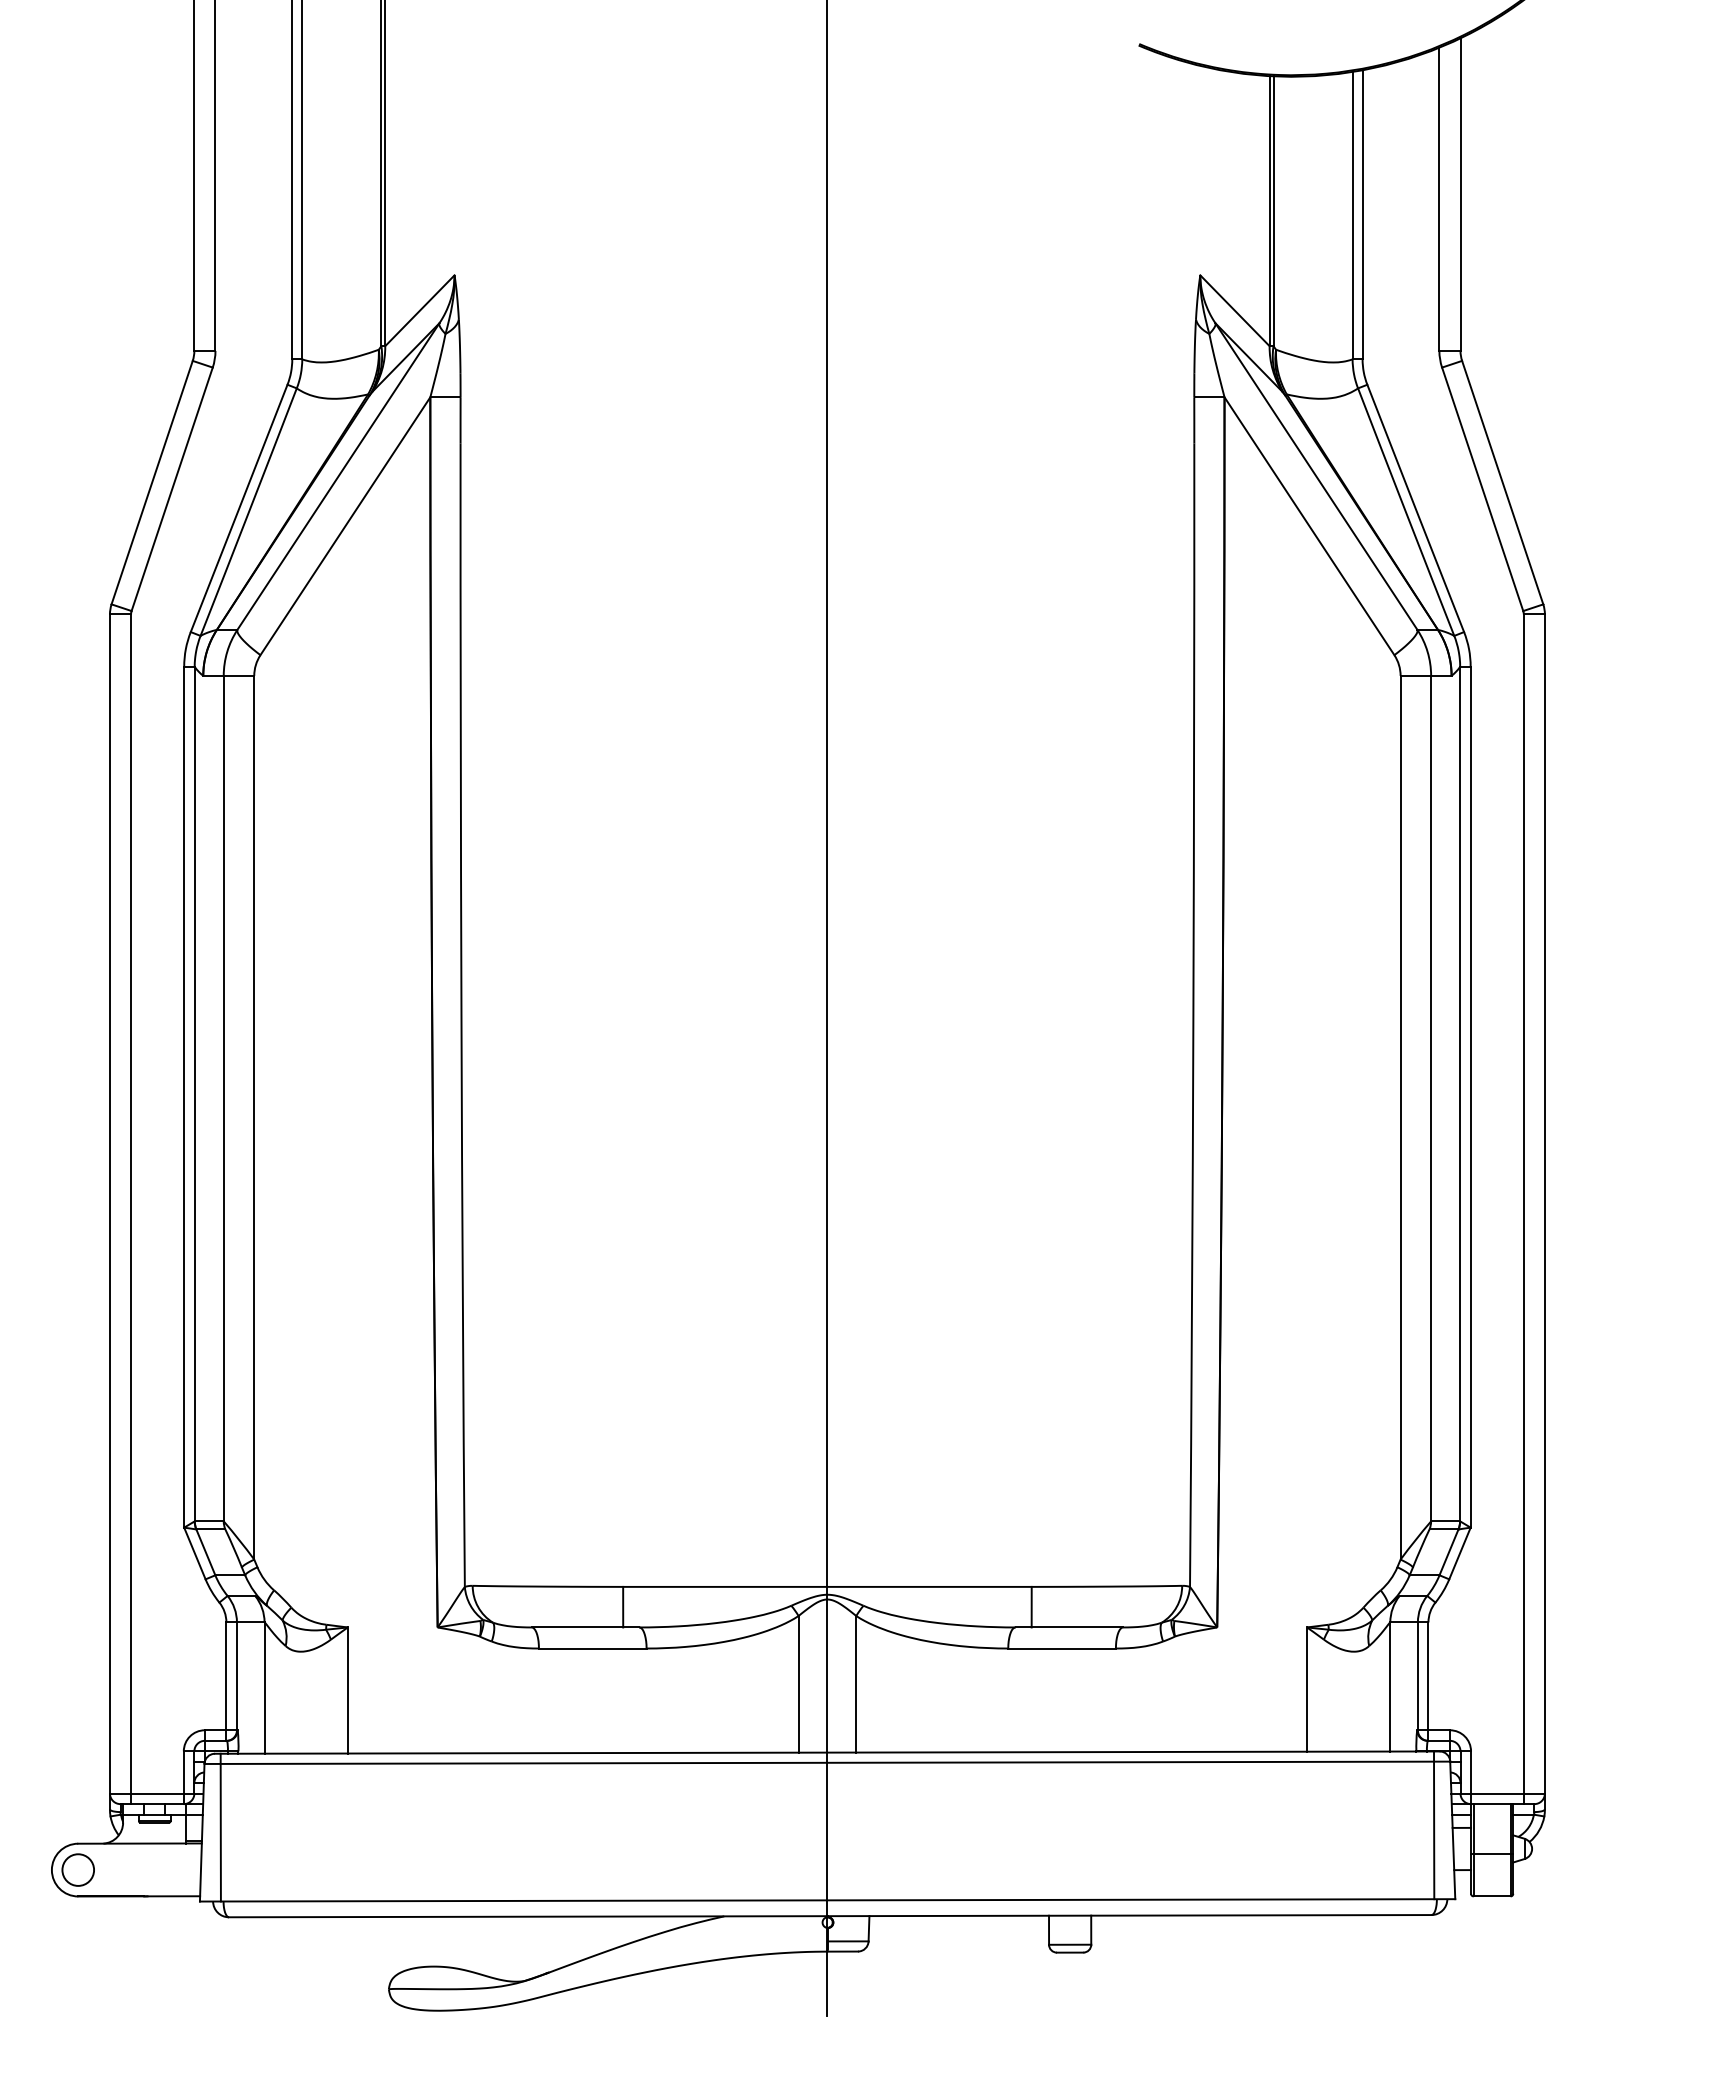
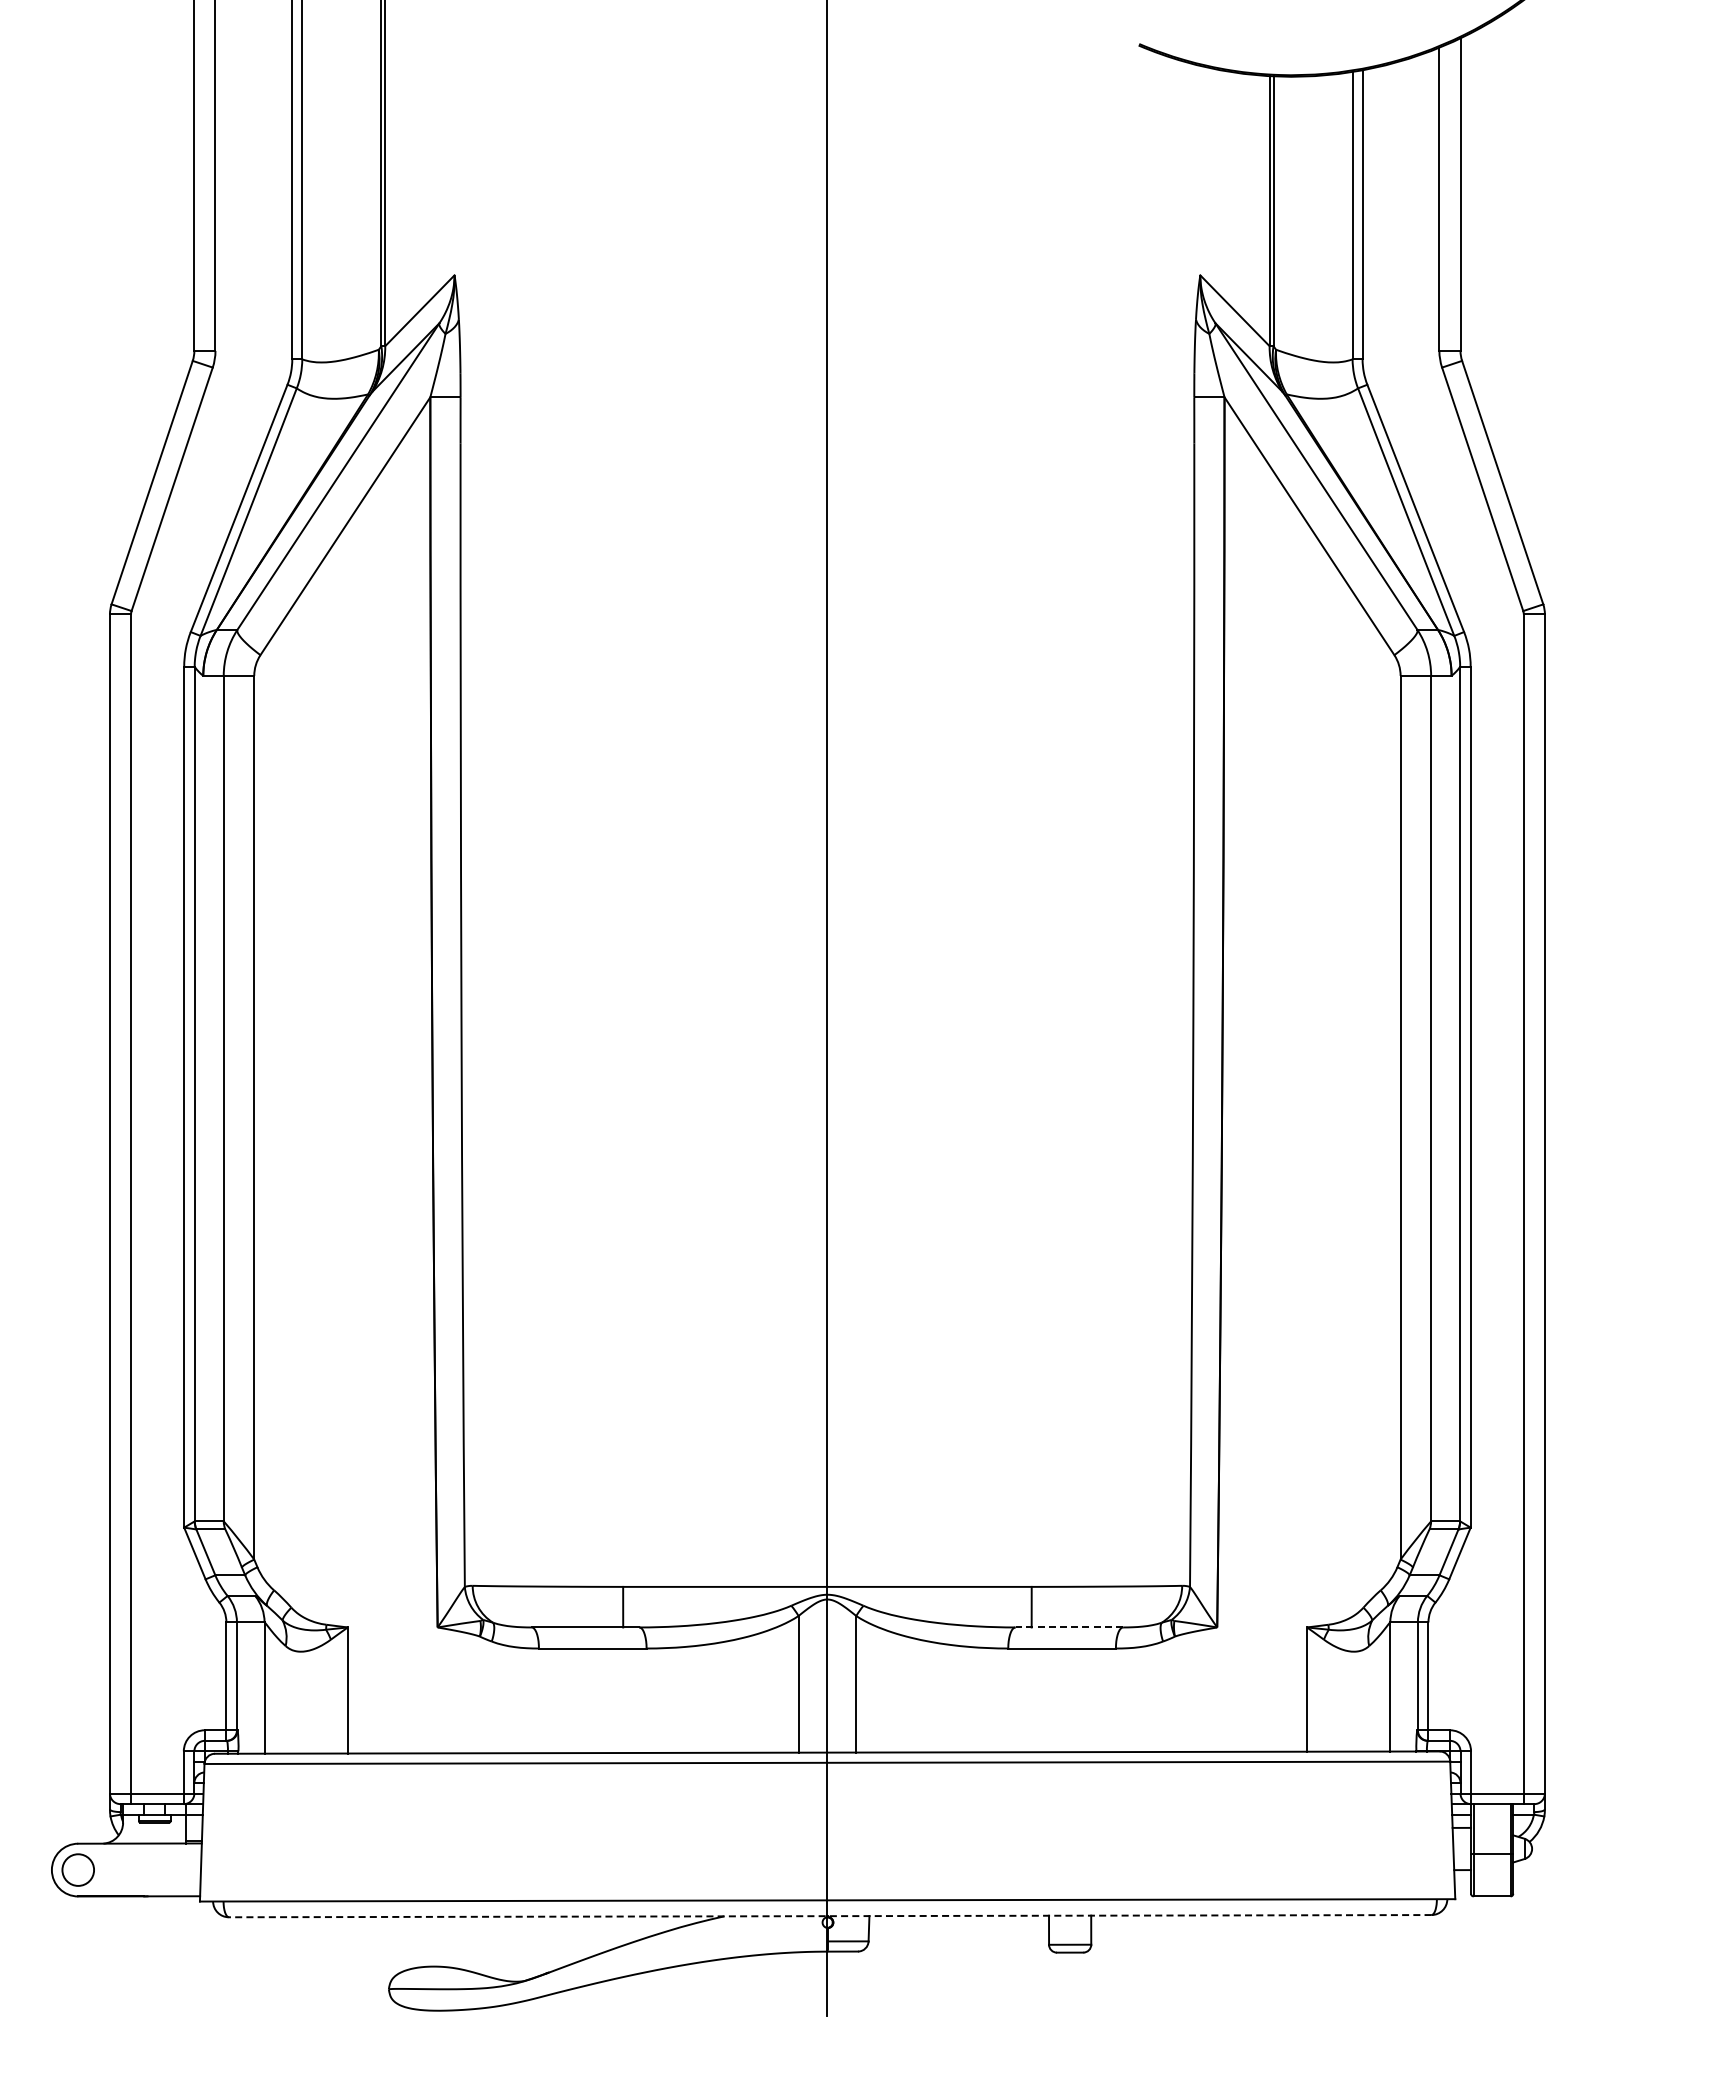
line at (1069, 1627): solid -> dashed
line at (1434, 1825): present -> none
line at (220, 1827): present -> none
line at (829, 1916): solid -> dashed
